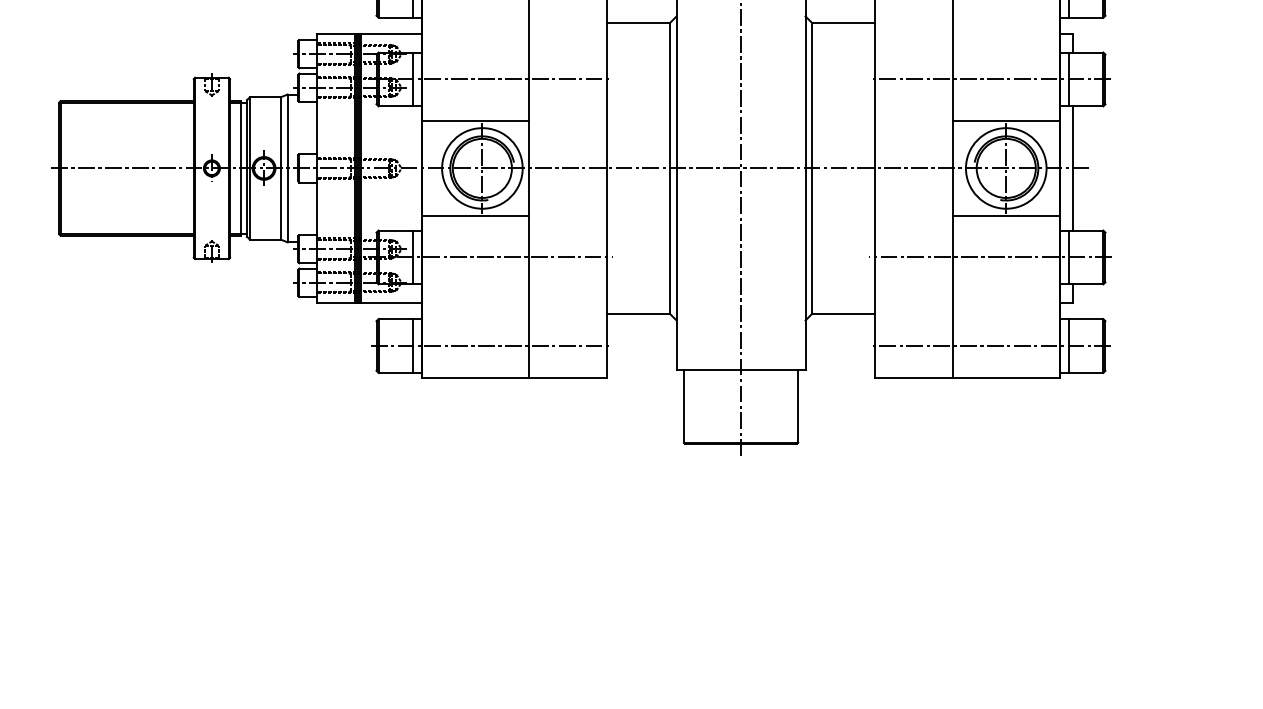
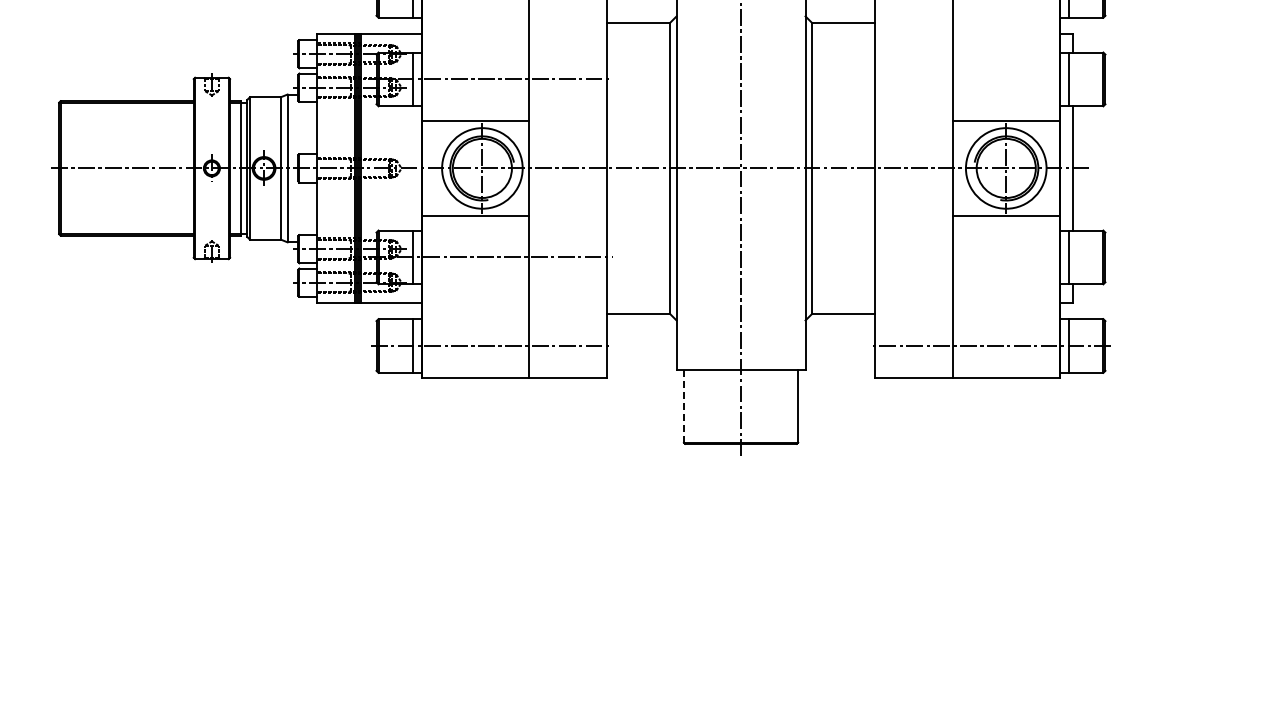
line at (990, 79): present -> none
line at (990, 257): present -> none
line at (683, 405): solid -> dashed
